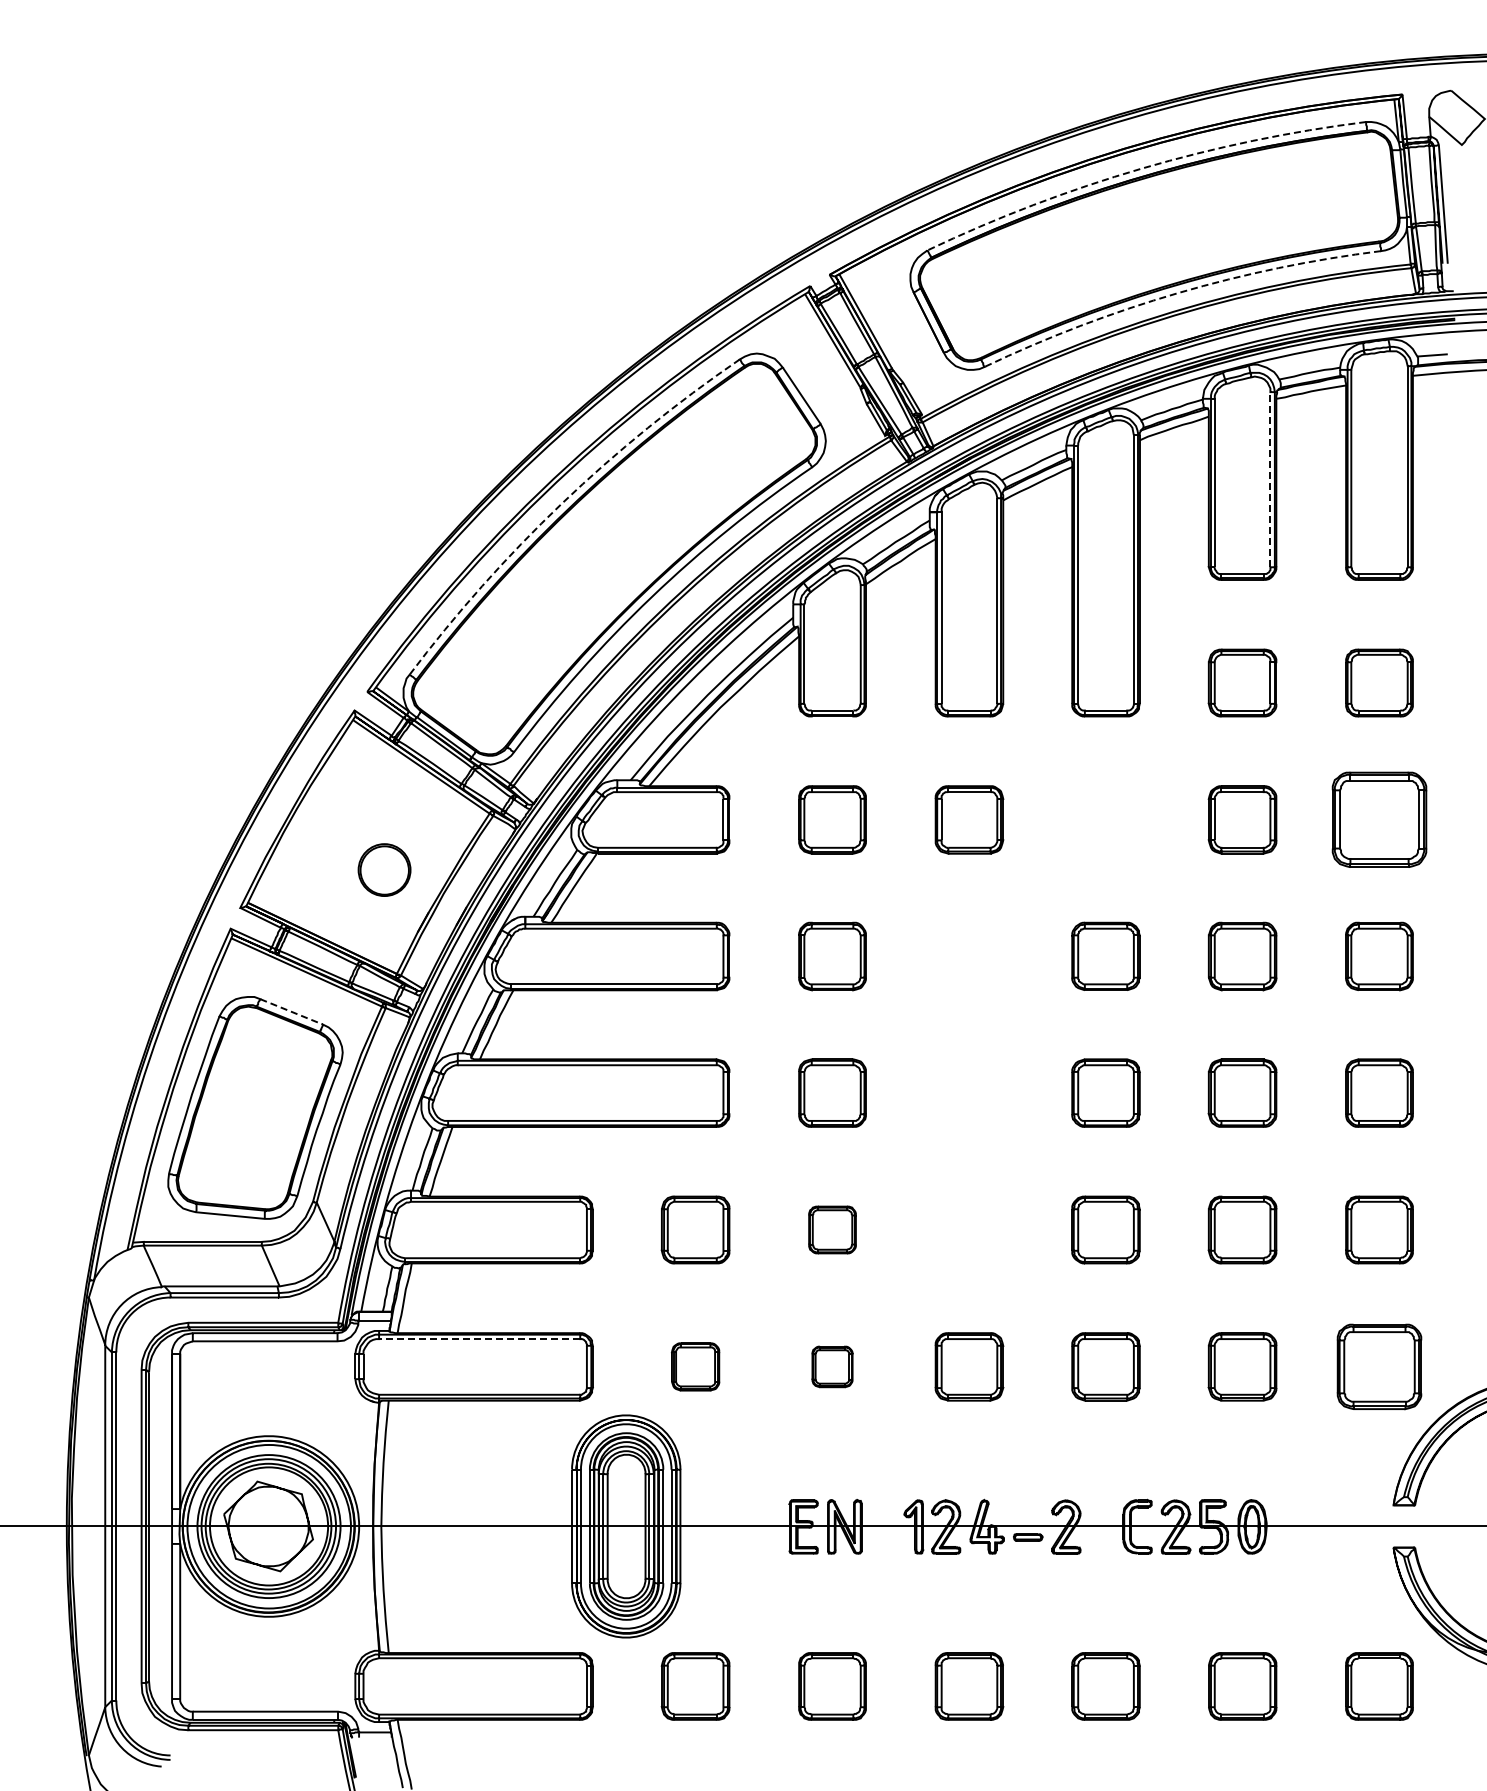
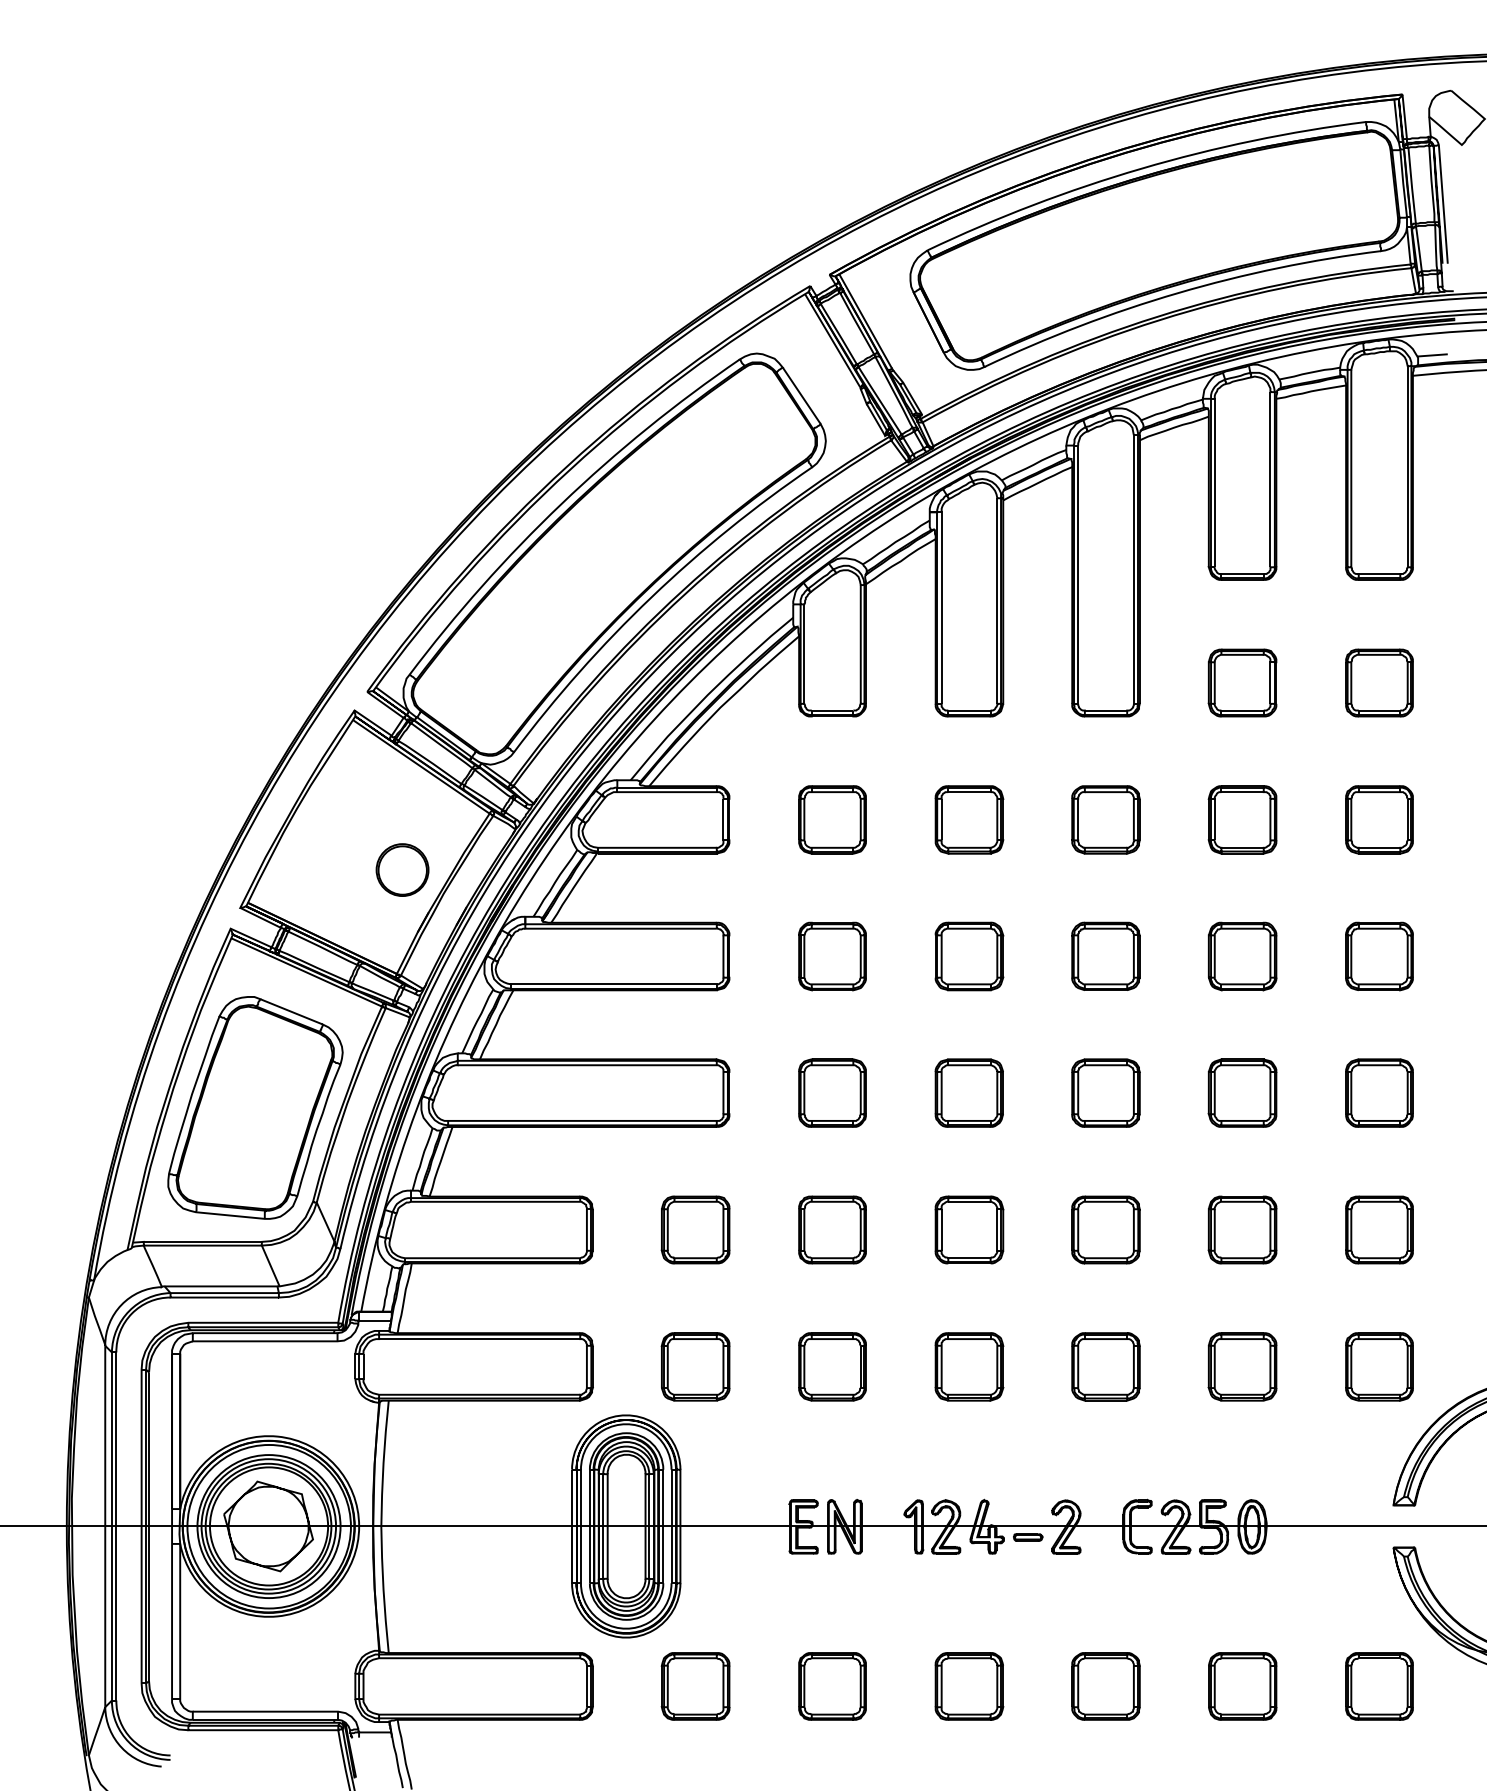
arc at (1141, 168): dashed -> solid
arc at (1178, 293): dashed -> solid
line at (1270, 479): dashed -> solid
arc at (561, 503): dashed -> solid
part at (1105, 819): none -> present
part at (1379, 819) size: 97x97 px -> 69x70 px
part at (384, 869) position: (384, 869) -> (402, 869)
part at (969, 956): none -> present
line at (291, 1011): dashed -> solid
part at (968, 1092): none -> present
part at (832, 1229) size: 49x50 px -> 69x70 px
part at (969, 1229): none -> present
line at (479, 1339): dashed -> solid
part at (695, 1366) size: 50x50 px -> 71x70 px
part at (832, 1366) size: 43x44 px -> 69x70 px
part at (1379, 1366) size: 87x88 px -> 69x70 px
